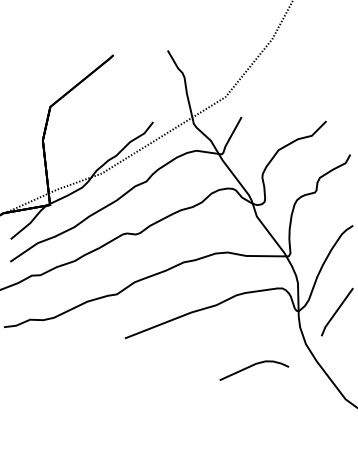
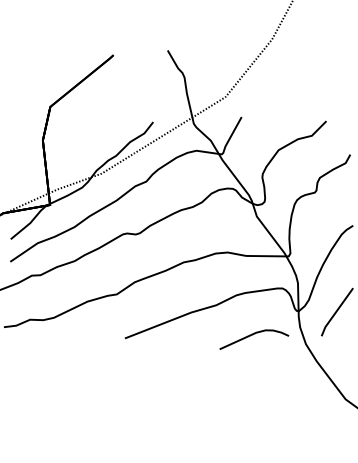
curve at (252, 366) position: (252, 366) -> (252, 335)
